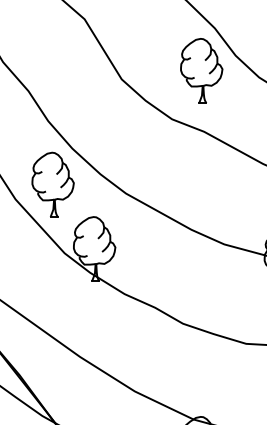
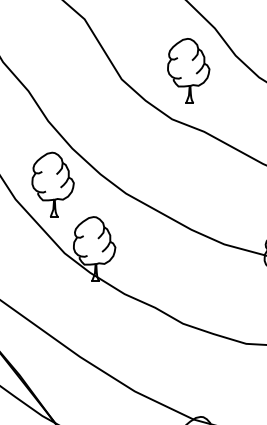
part at (201, 70) position: (201, 70) -> (188, 70)
